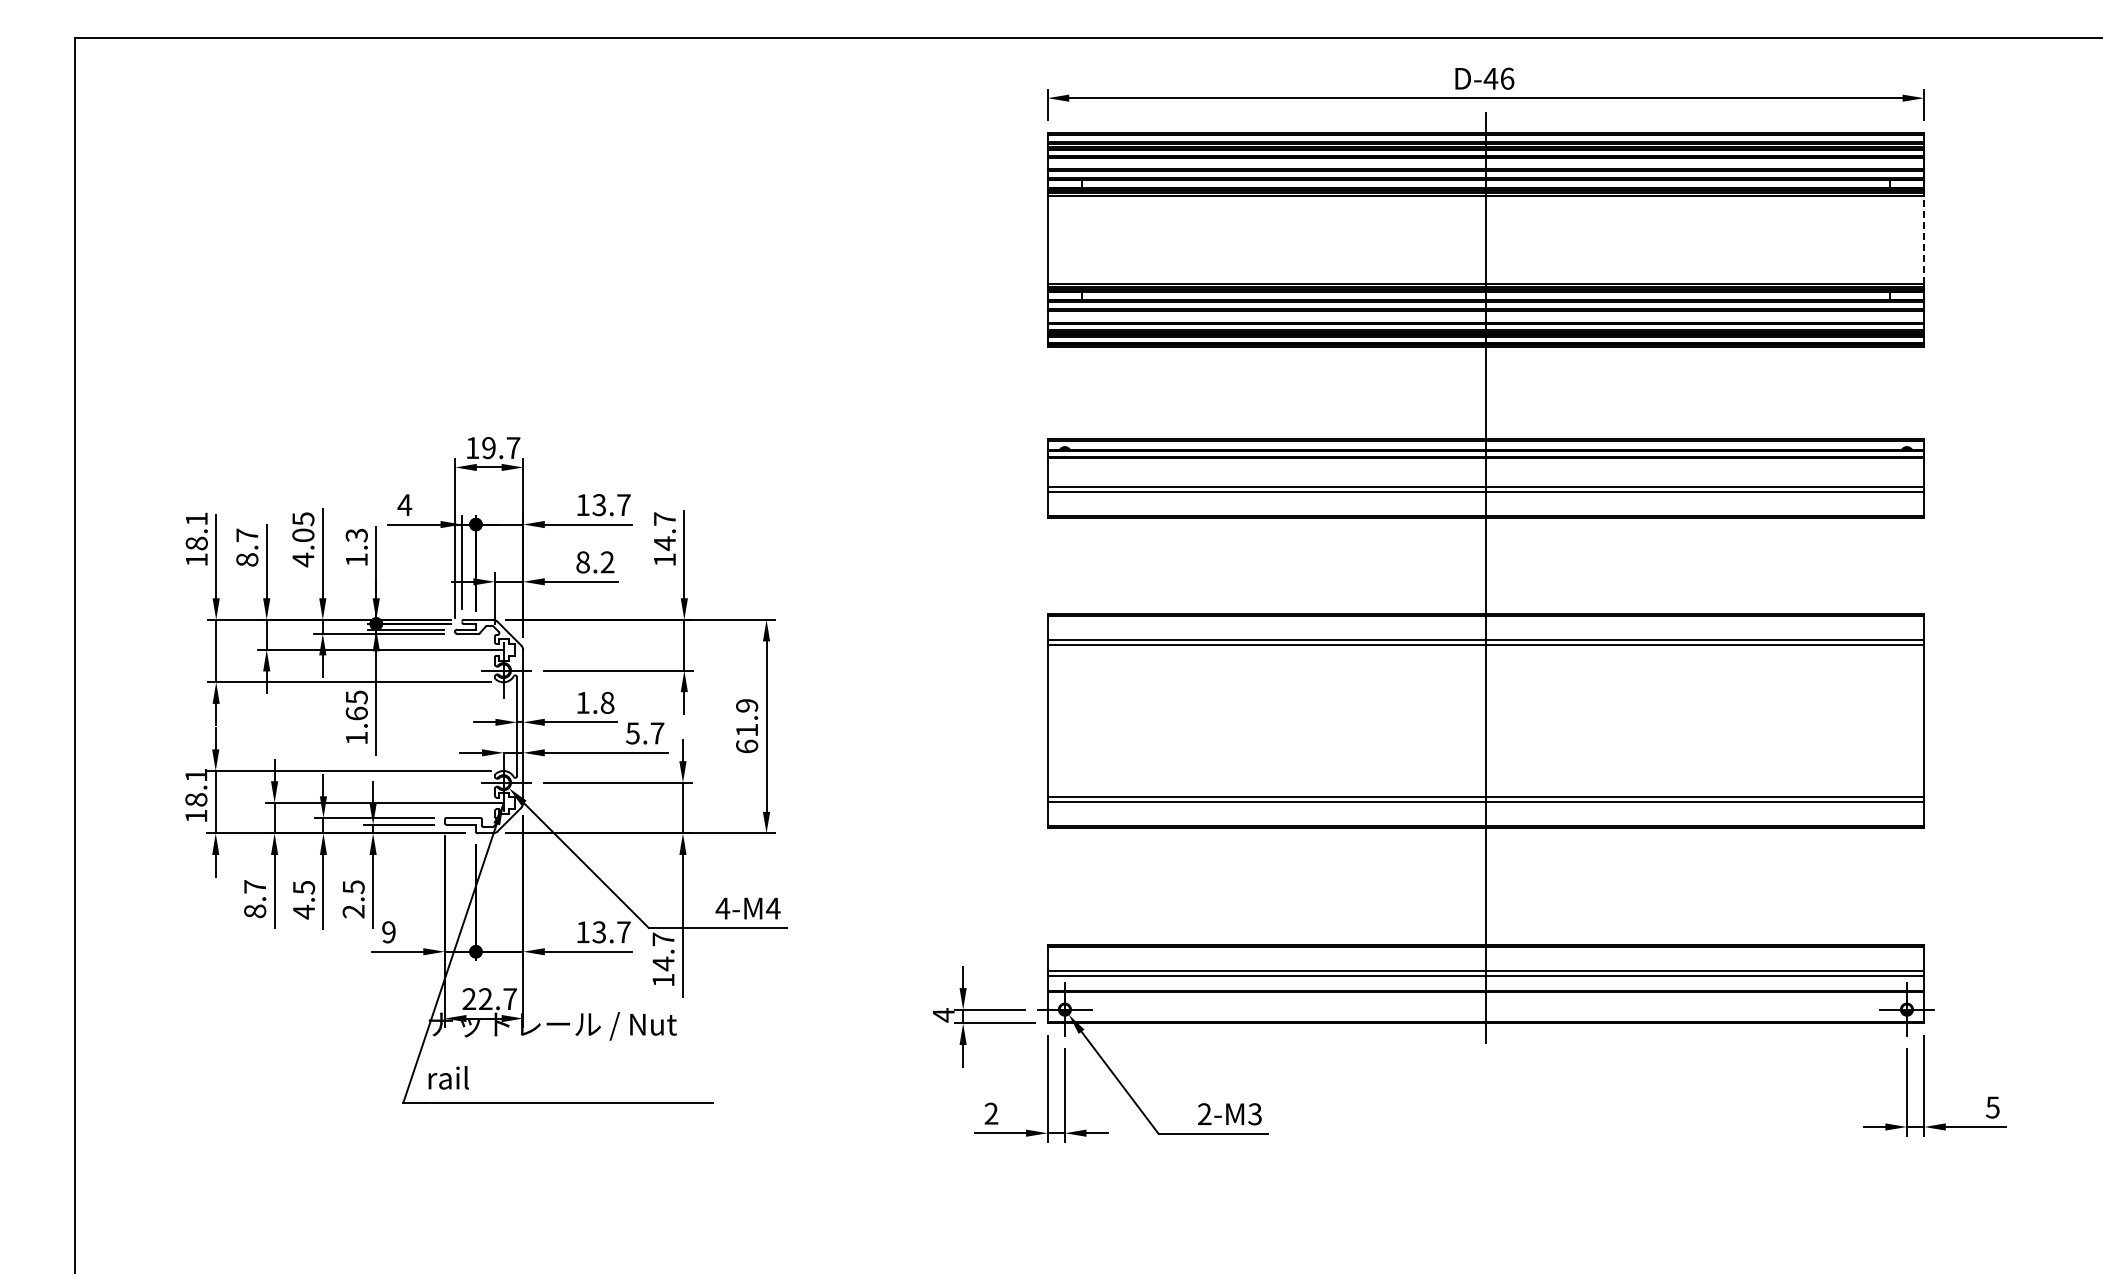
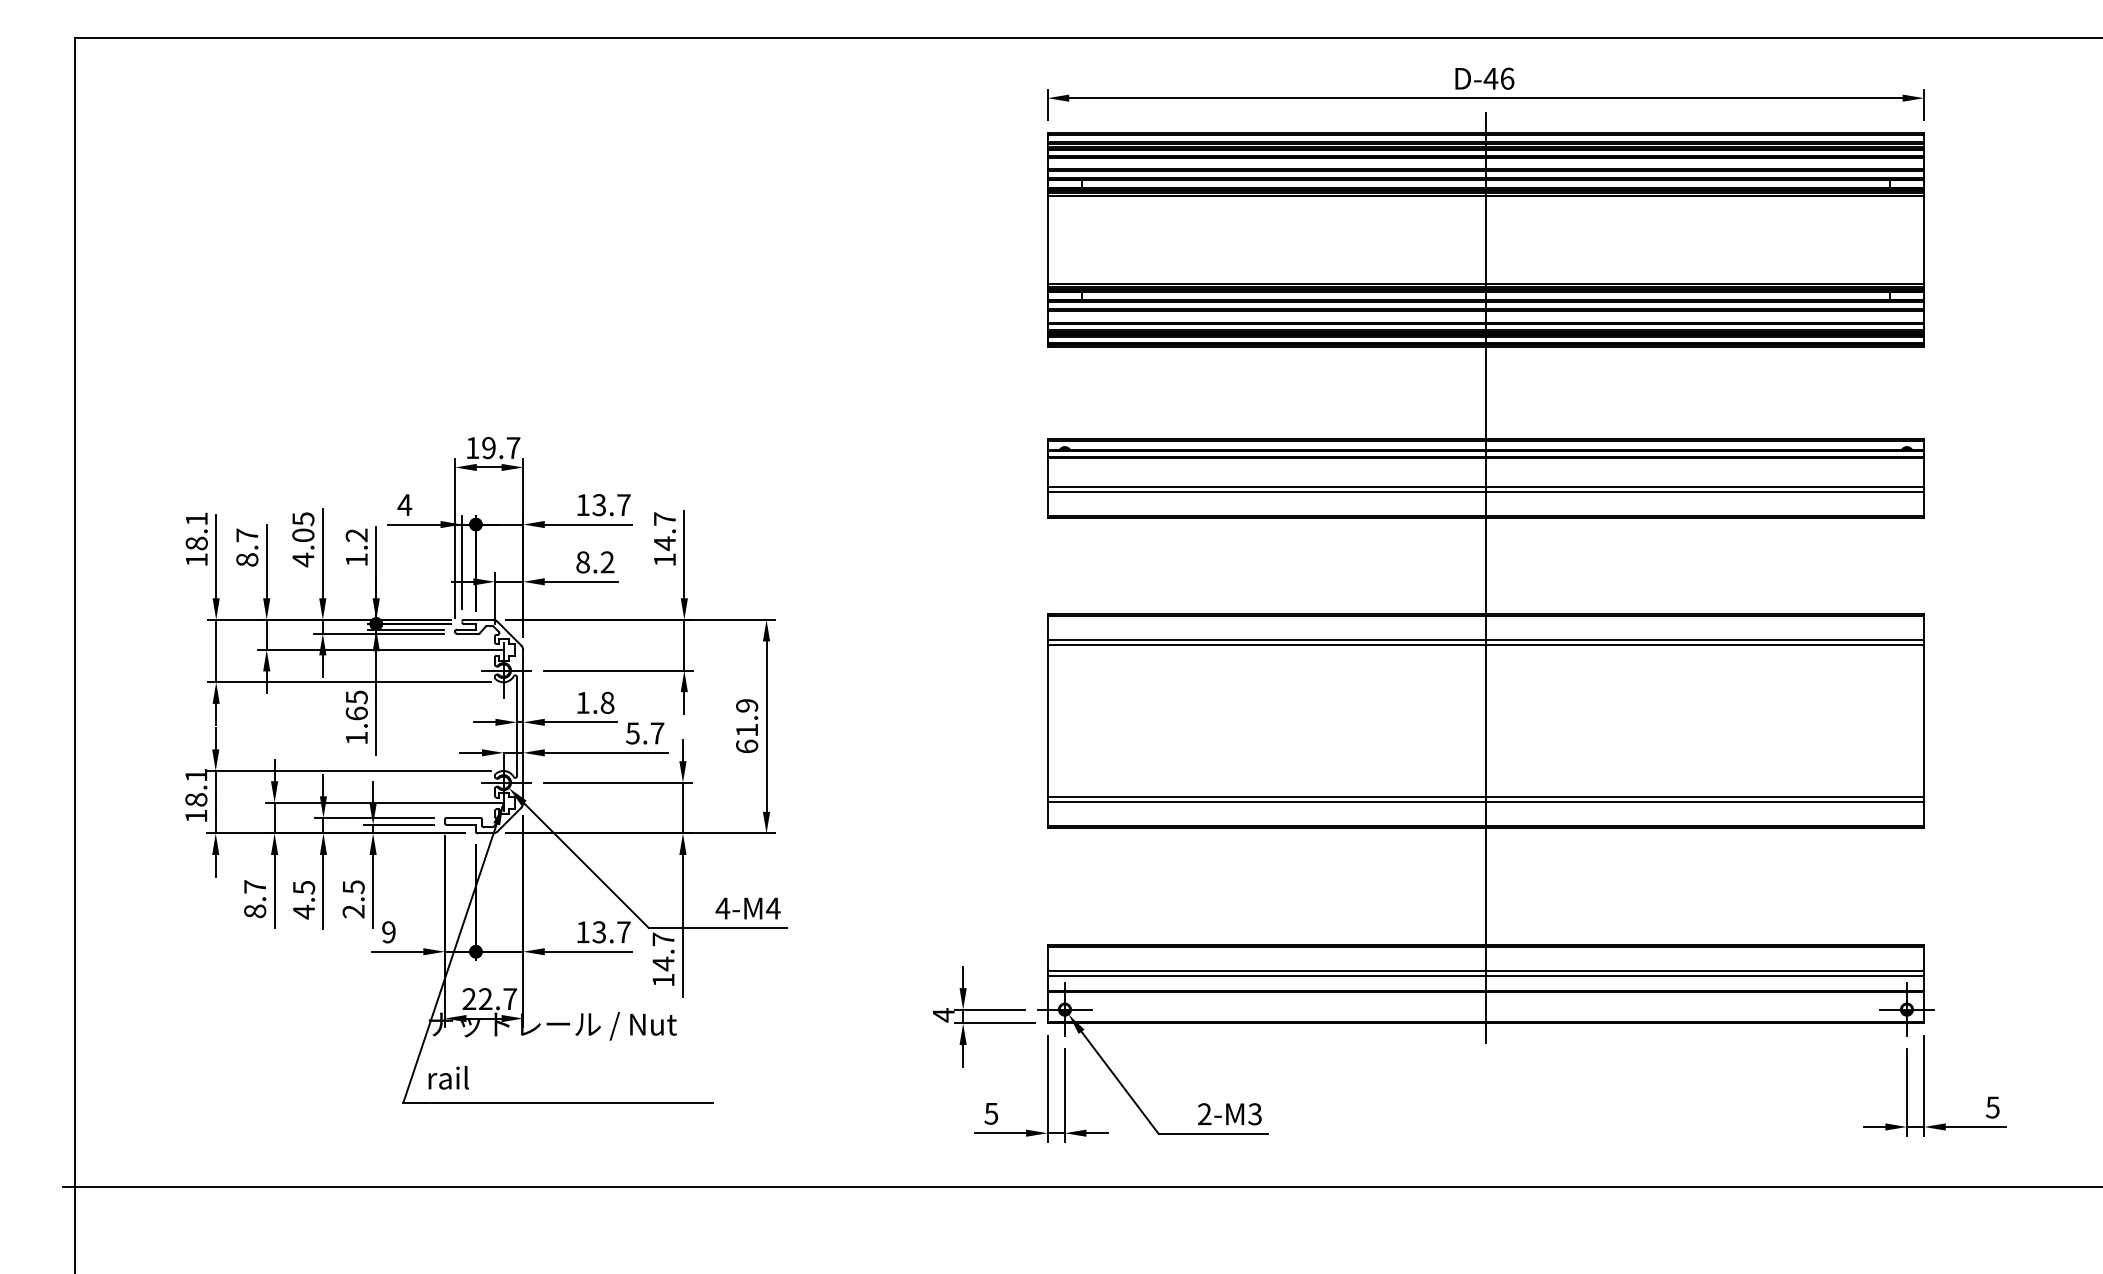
line at (1924, 239): dashed -> solid
text at (356, 535): 1.3 -> 1.2
text at (991, 1113): 2 -> 5
line at (1081, 1187): none -> present
